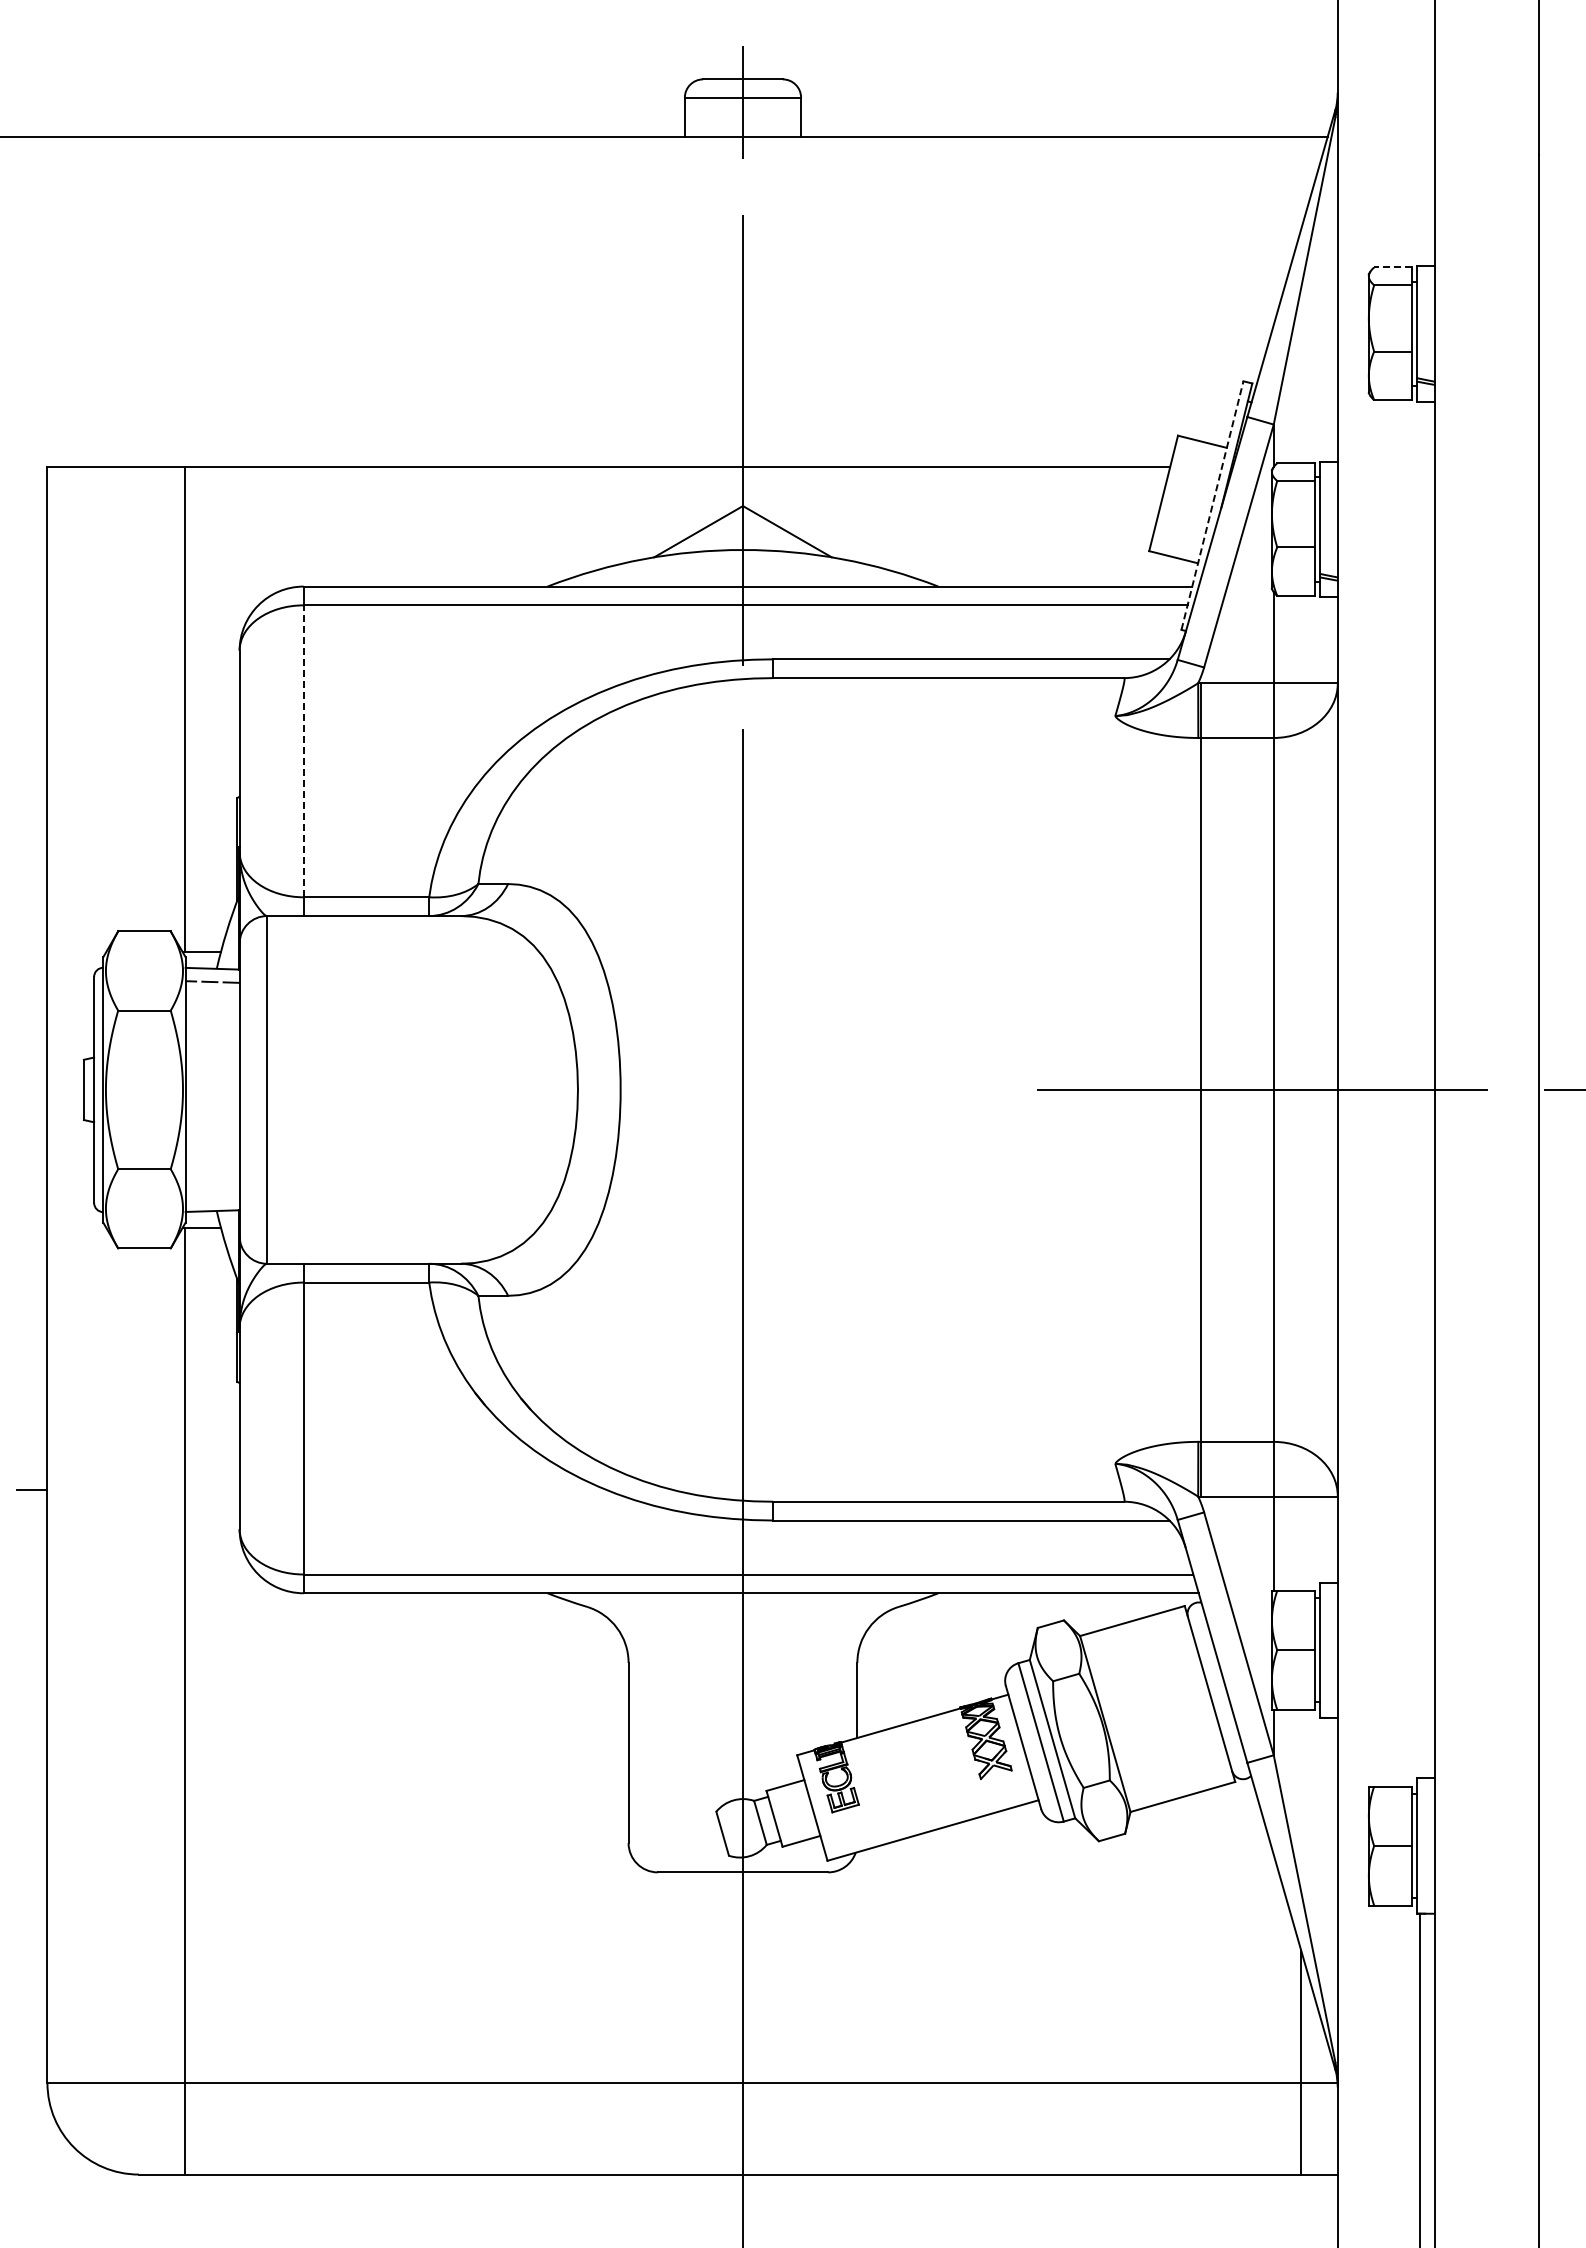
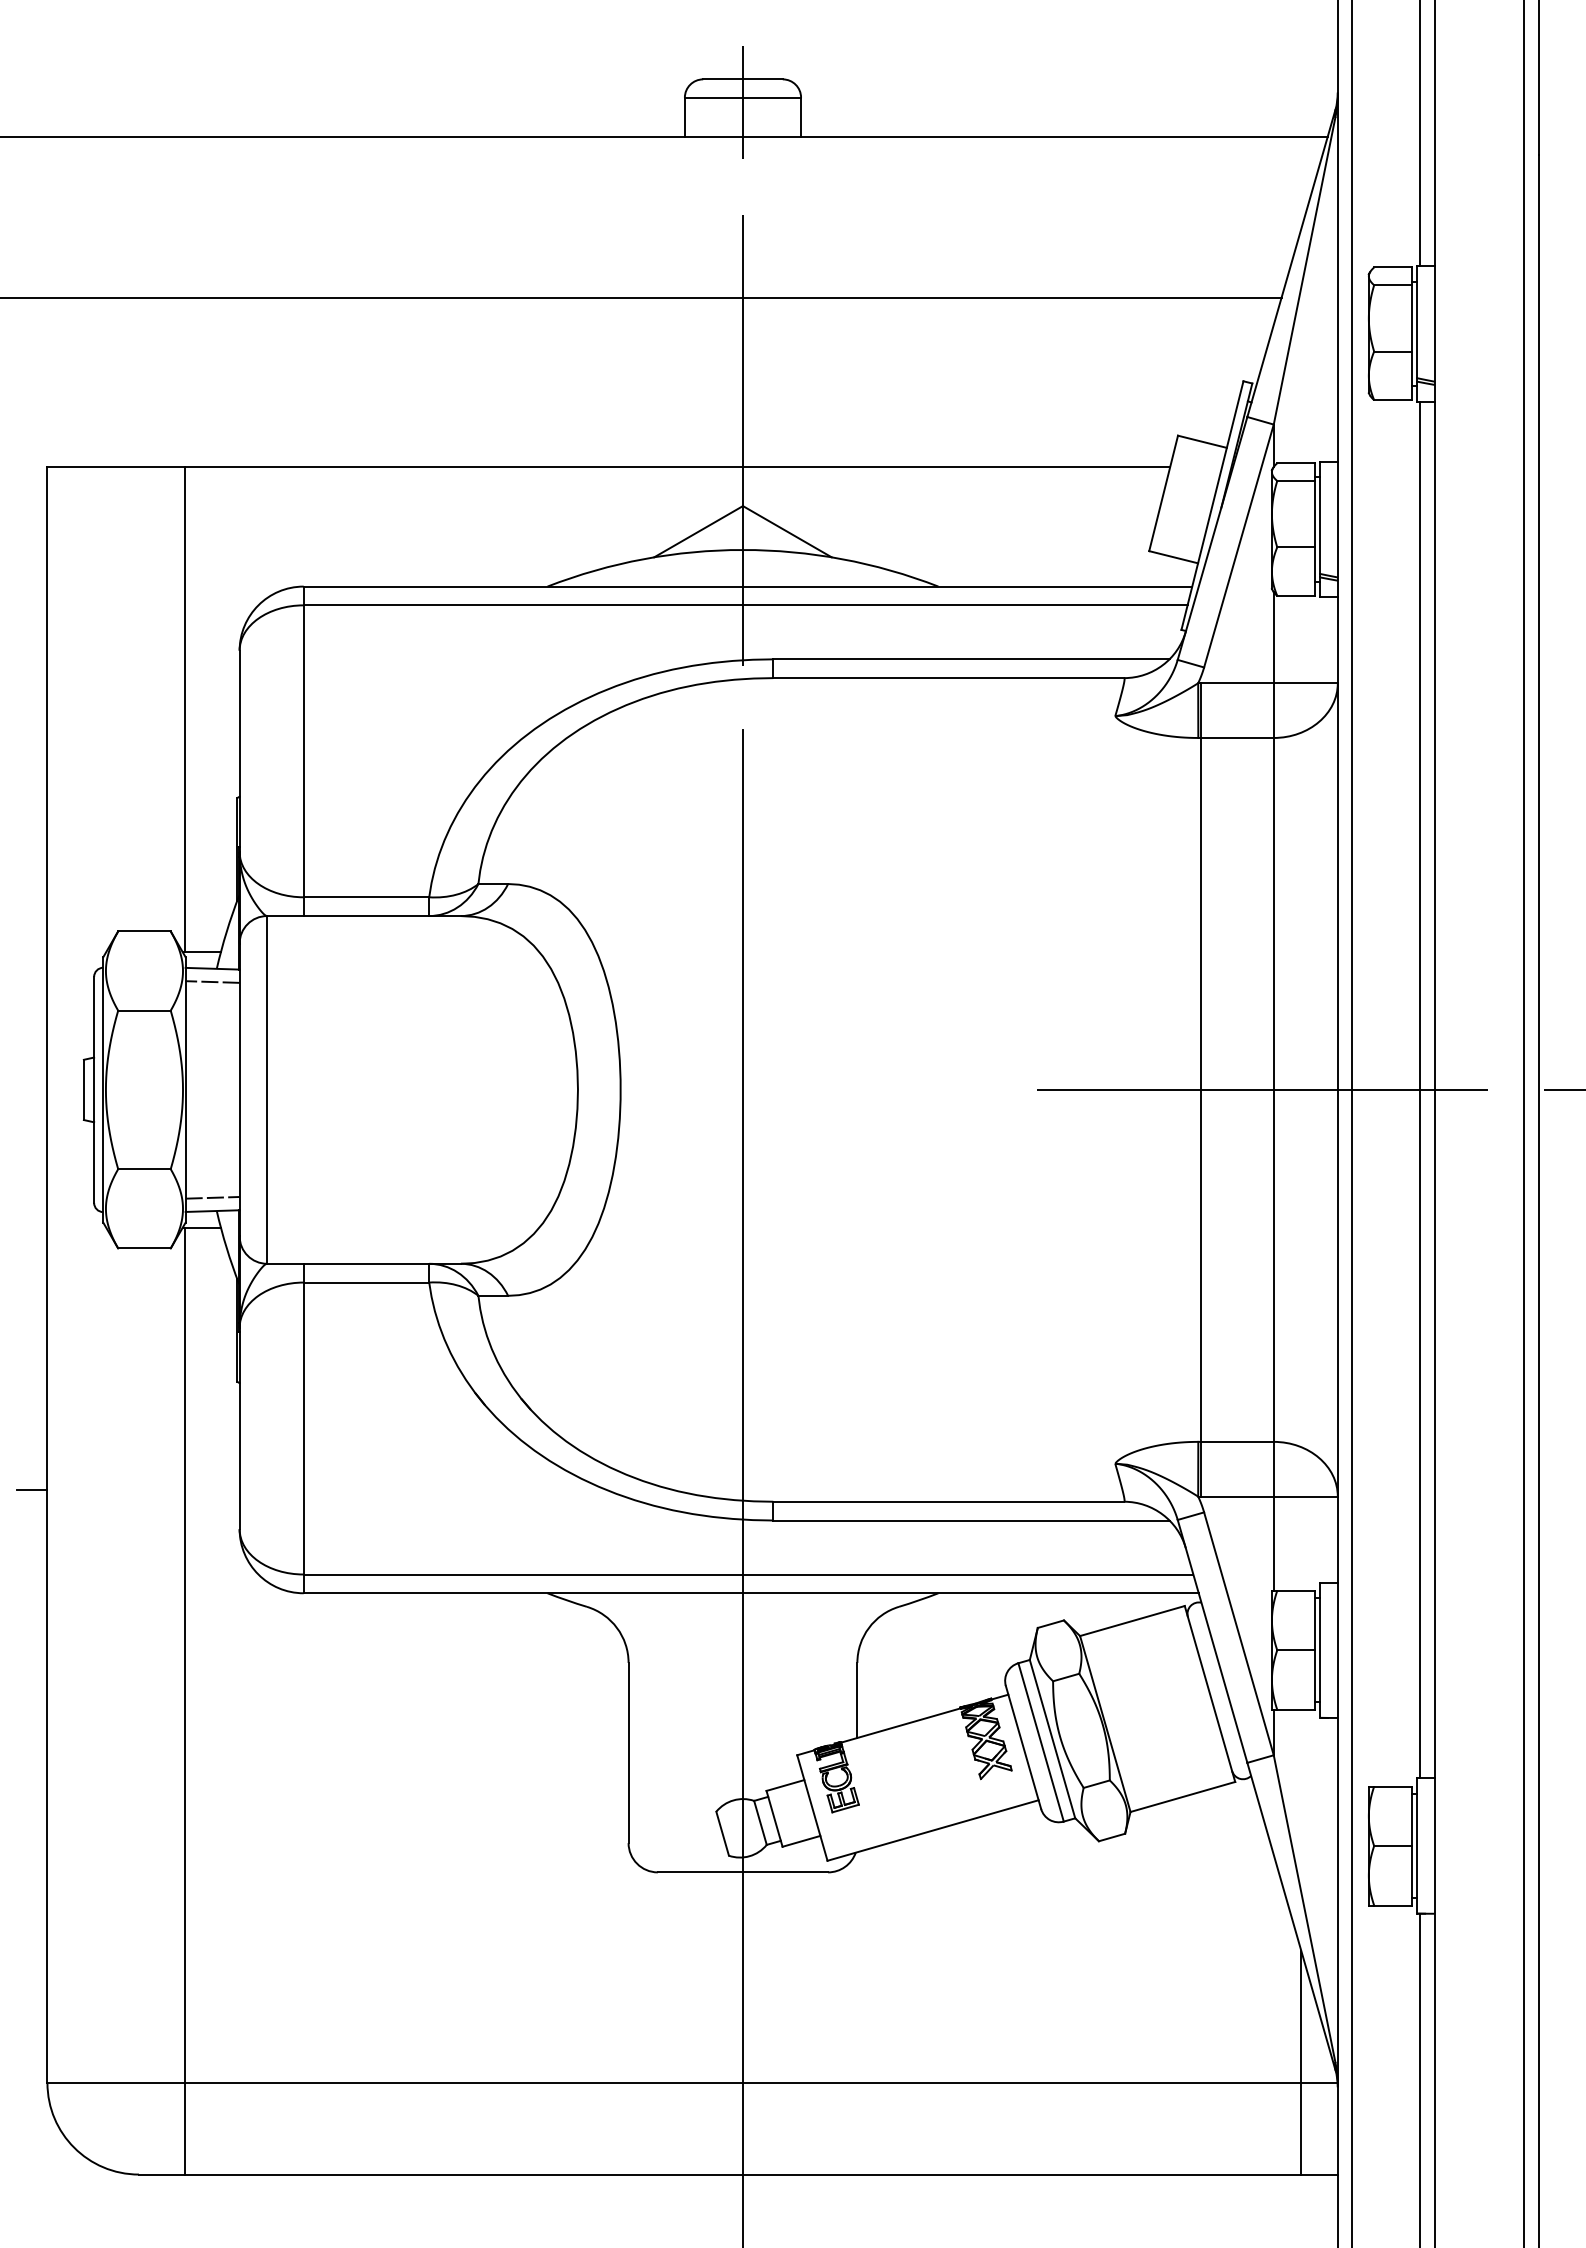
line at (1420, 134): none -> present
line at (1393, 267): dashed -> solid
line at (641, 297): none -> present
line at (1212, 505): dashed -> solid
line at (303, 751): dashed -> solid
line at (1420, 1089): none -> present
line at (1351, 1123): none -> present
line at (1523, 1123): none -> present
line at (212, 1197): none -> present
